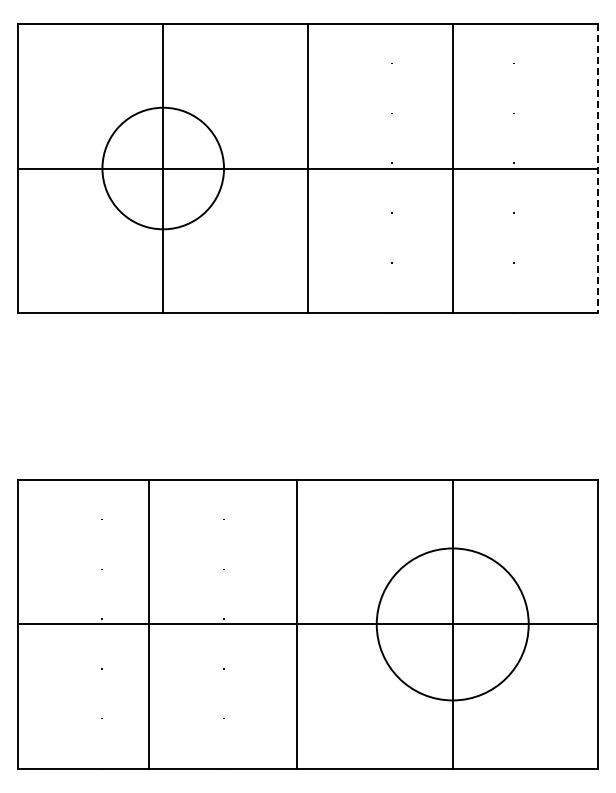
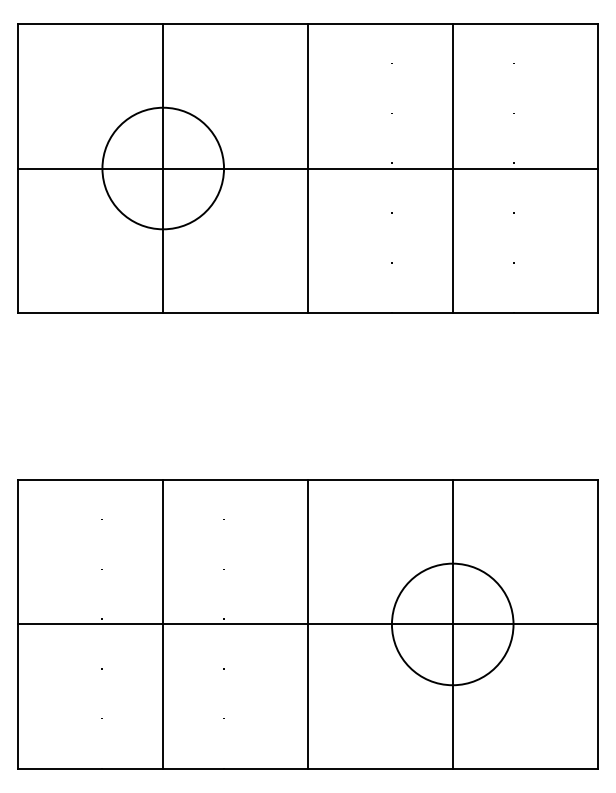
line at (597, 168): dashed -> solid
line at (149, 624) position: (149, 624) -> (163, 624)
line at (297, 624) position: (297, 624) -> (308, 624)
circle at (452, 624) diameter: 152 px -> 122 px
